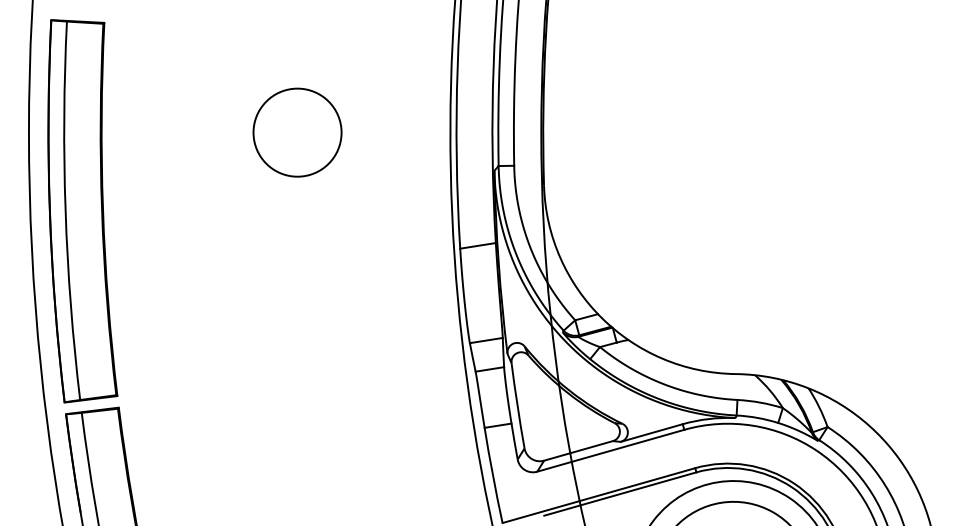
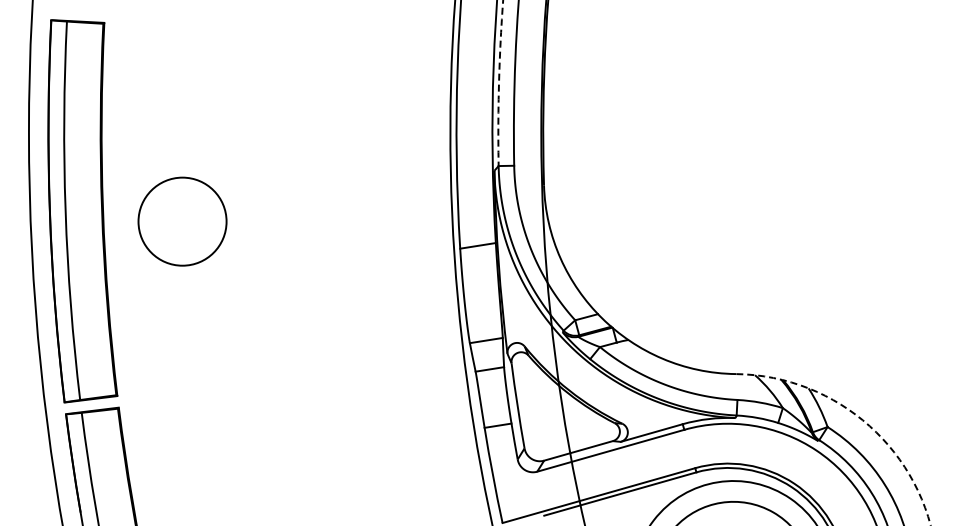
arc at (499, 83): solid -> dashed
circle at (297, 132) position: (297, 132) -> (182, 221)
arc at (858, 416): solid -> dashed
